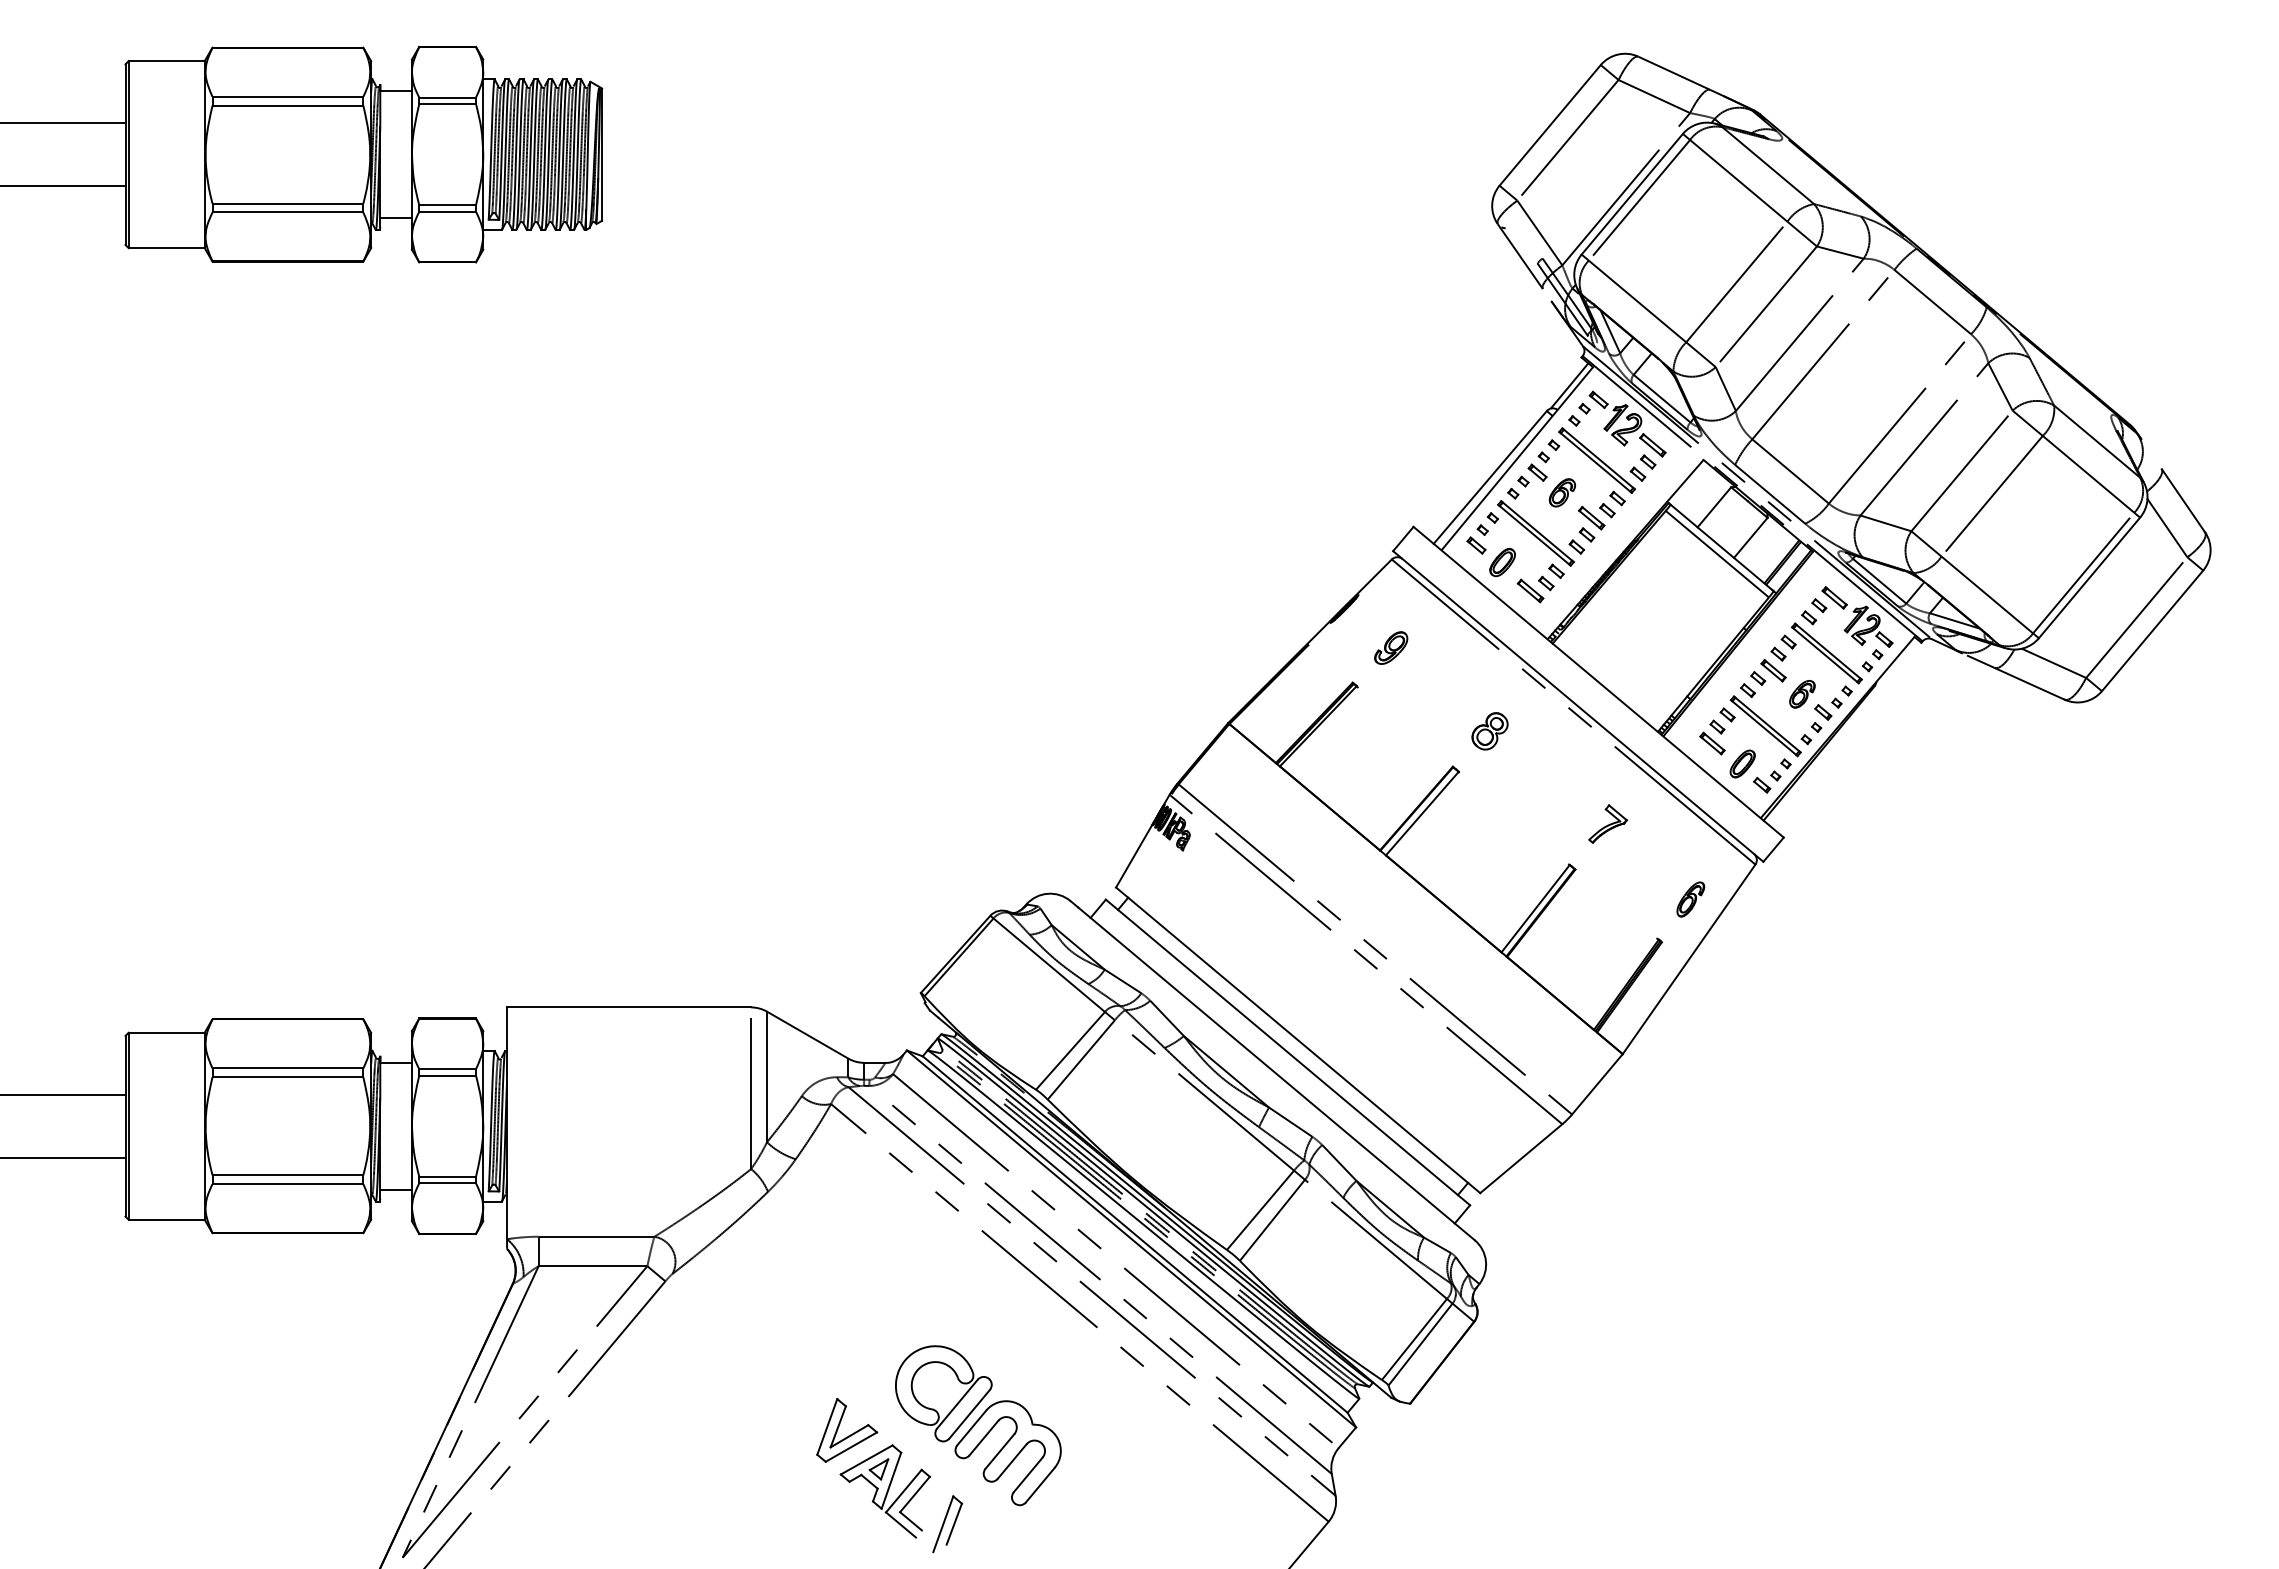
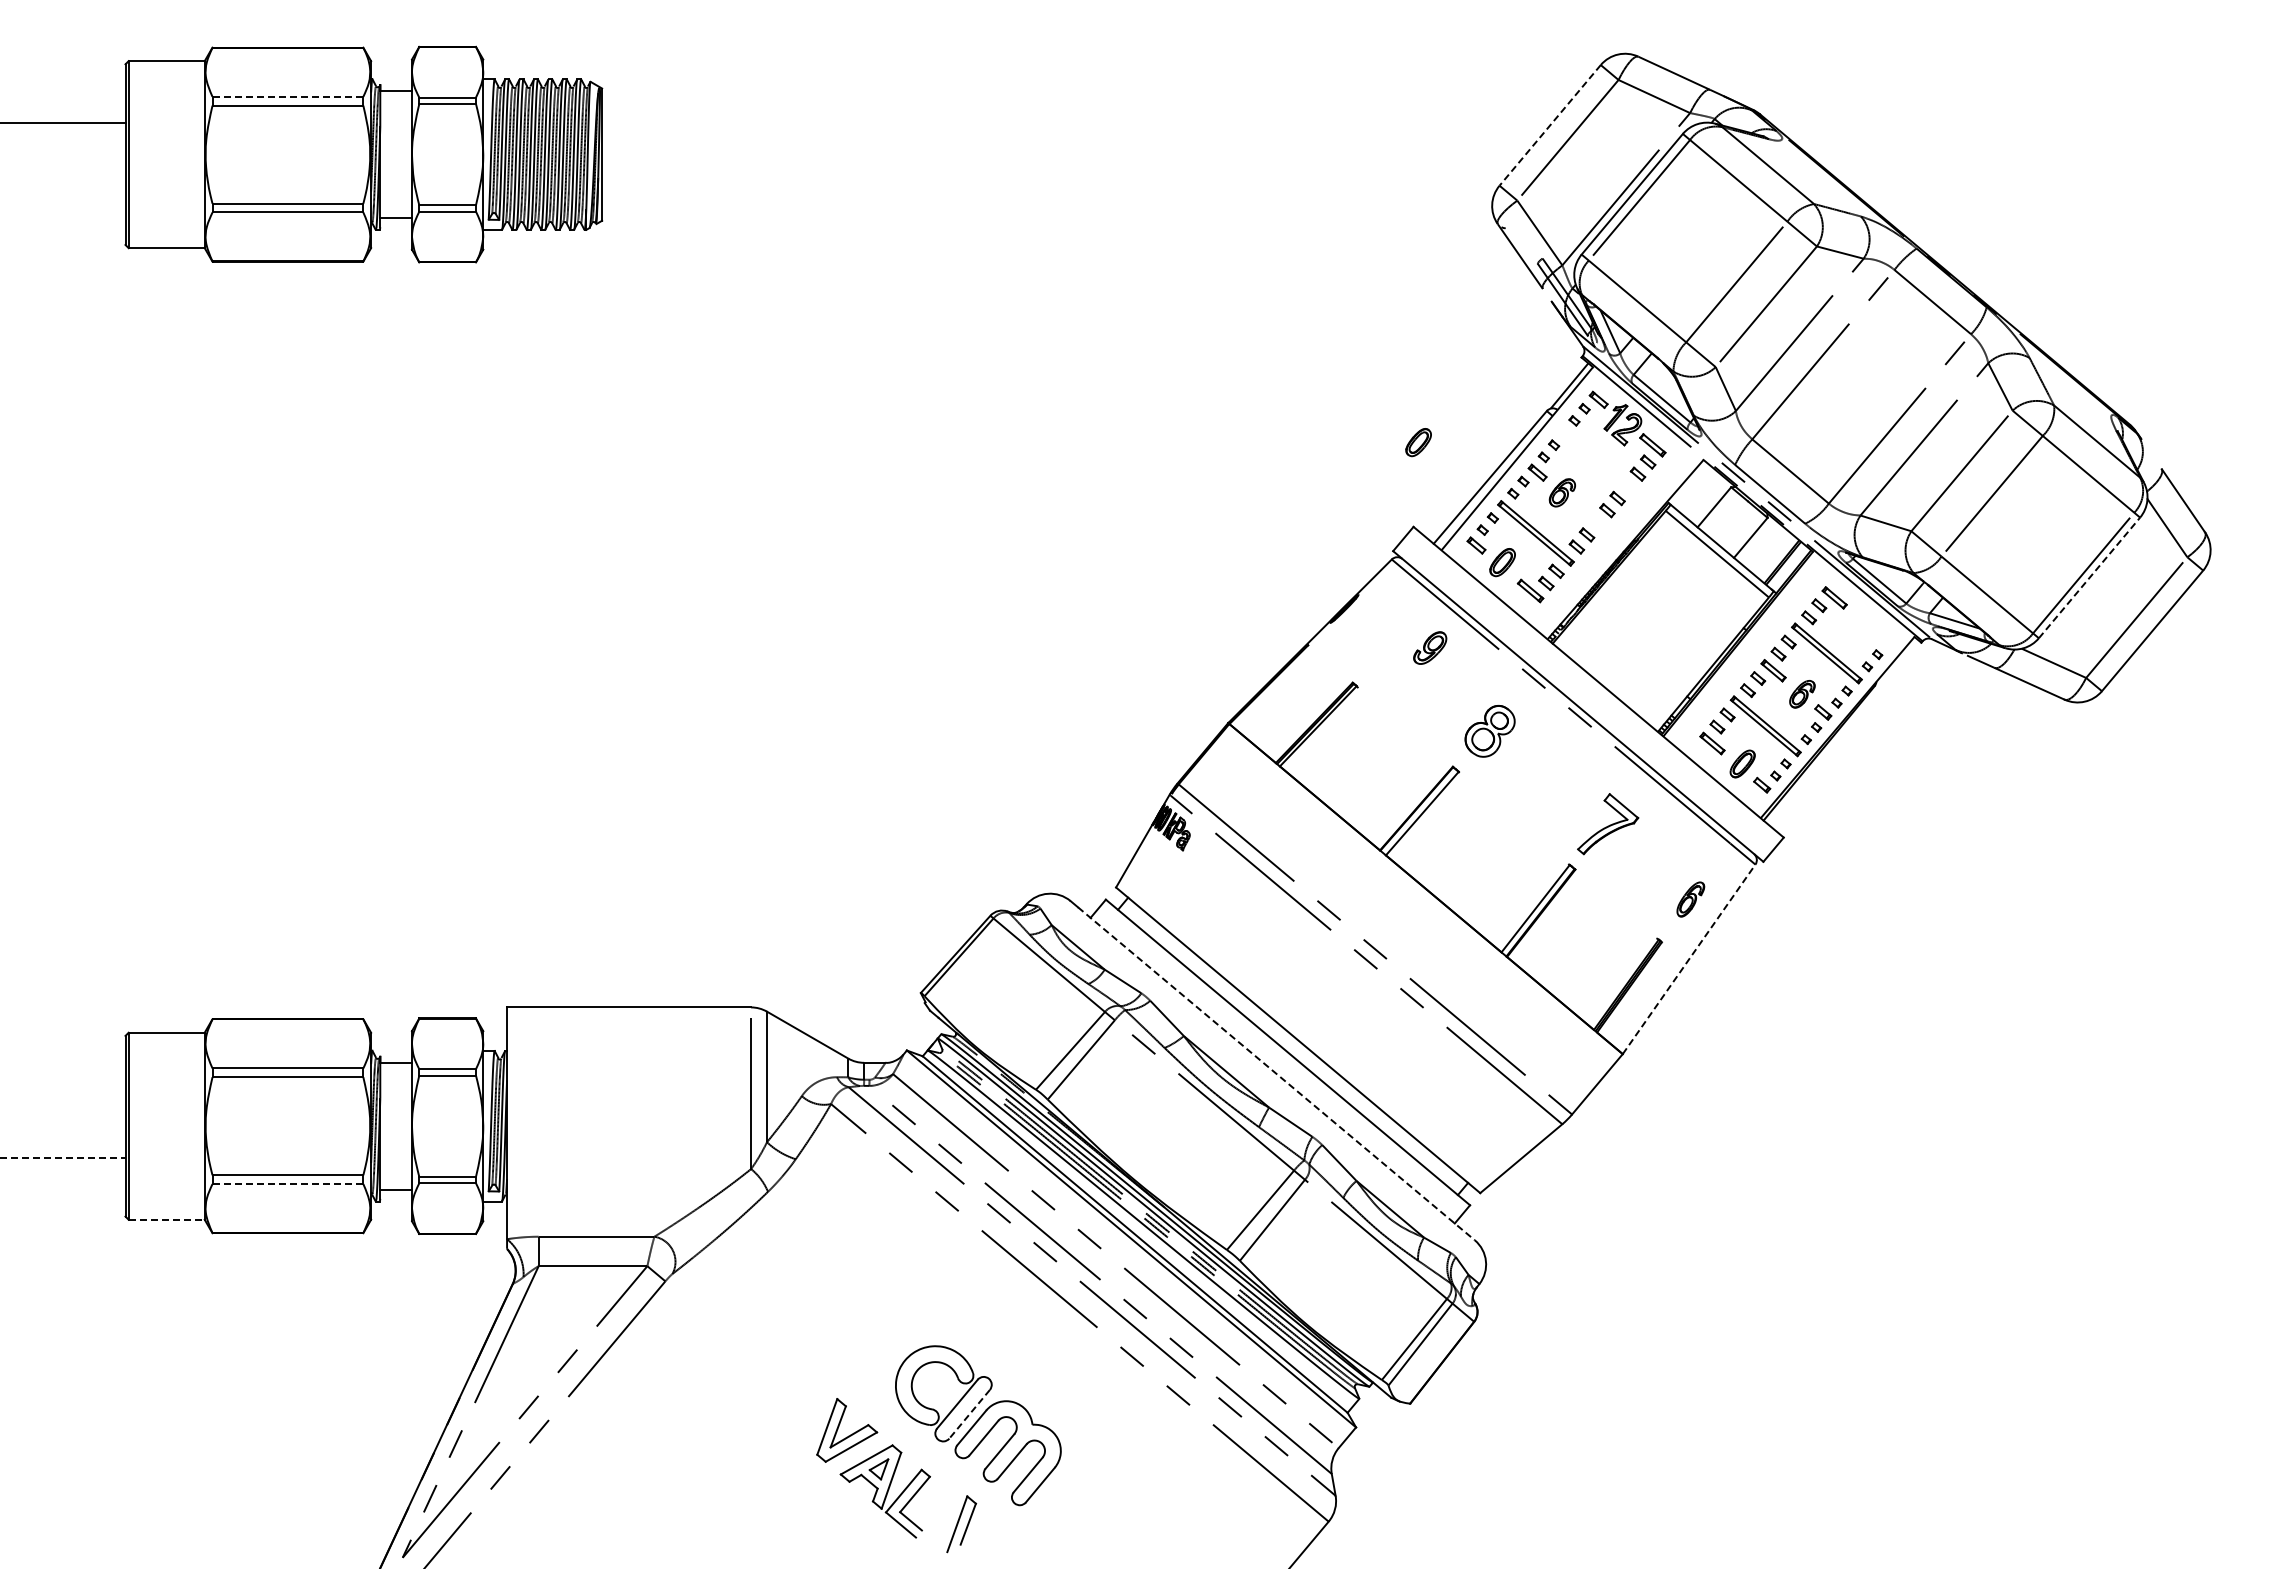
line at (288, 96): solid -> dashed
line at (1550, 125): solid -> dashed
line at (63, 186): present -> none
part at (1418, 442): none -> present
part at (1597, 460): present -> none
part at (1591, 517): present -> none
line at (2089, 577): solid -> dashed
part at (1868, 626): present -> none
part at (1391, 647) position: (1391, 647) -> (1430, 647)
part at (1489, 731) size: 38x39 px -> 52x53 px
part at (1607, 823) size: 40x40 px -> 63x63 px
line at (1689, 959): solid -> dashed
line at (1276, 1073): solid -> dashed
line at (63, 1094): present -> none
line at (63, 1157): solid -> dashed
line at (287, 1184): solid -> dashed
line at (167, 1219): solid -> dashed
line at (969, 1414): solid -> dashed
part at (947, 1524) position: (947, 1524) -> (961, 1524)
